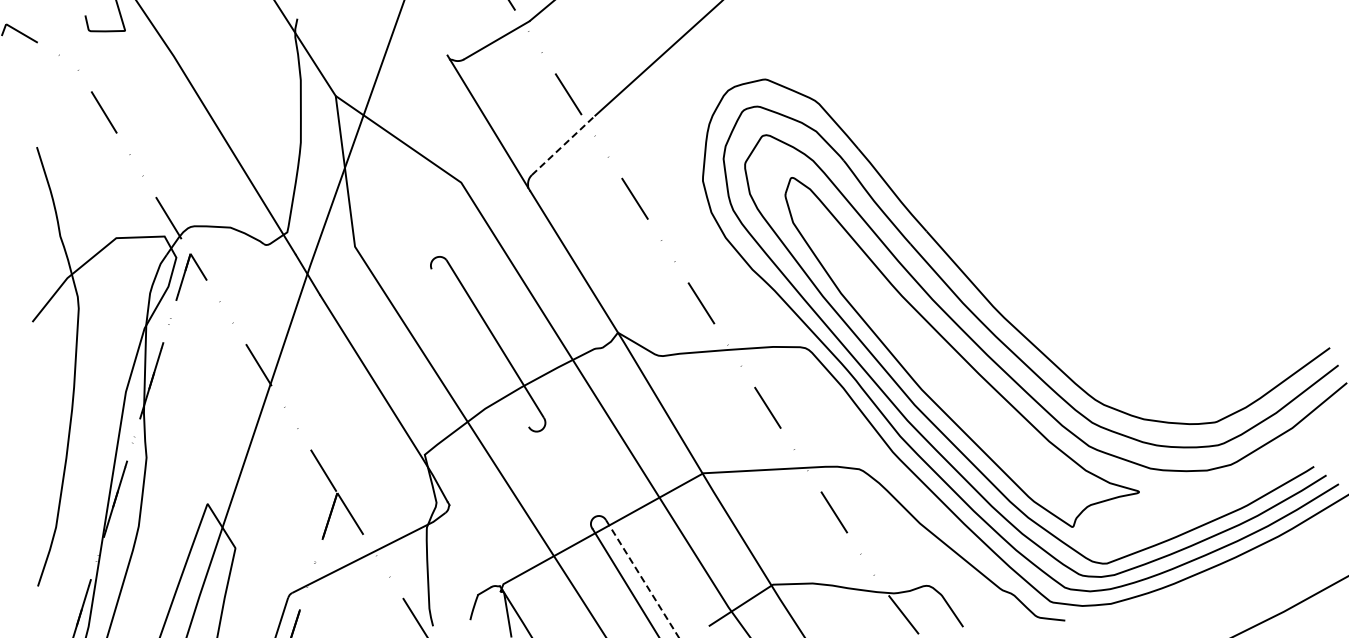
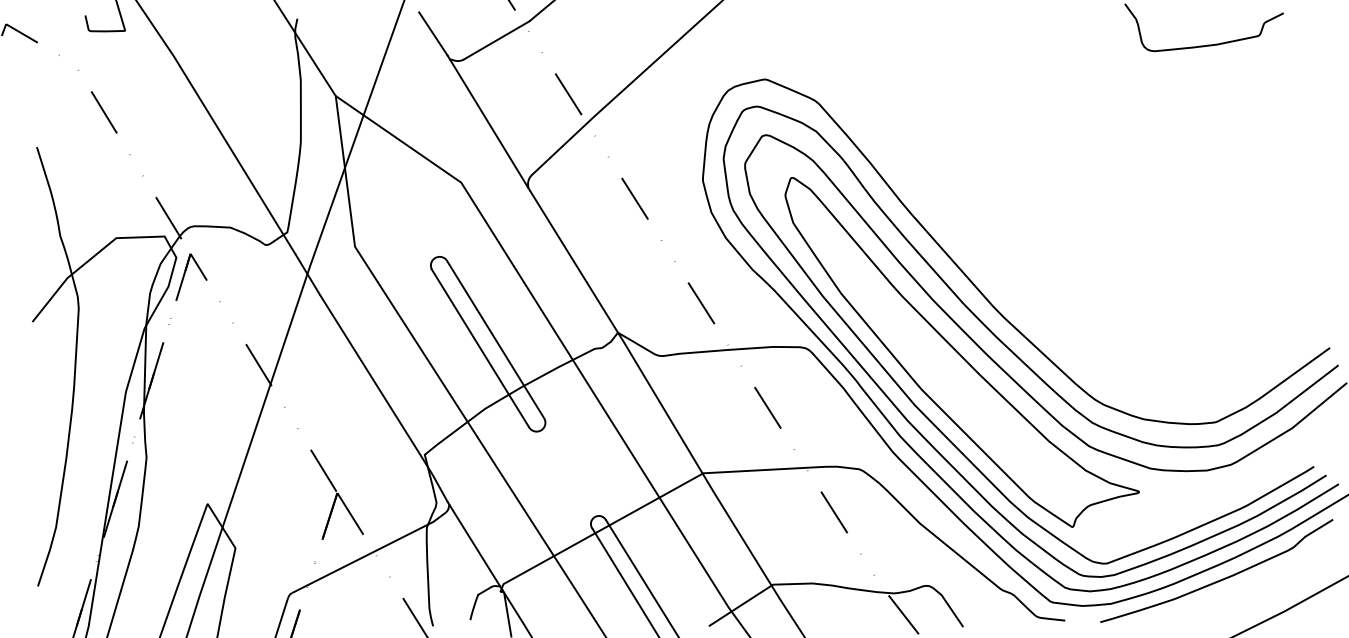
line at (433, 33): none -> present
curve at (1207, 44): none -> present
line at (563, 145): dashed -> solid
line at (479, 347): none -> present
line at (474, 545): none -> present
line at (642, 578): dashed -> solid
curve at (1220, 579): none -> present
